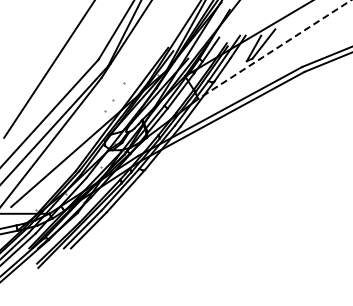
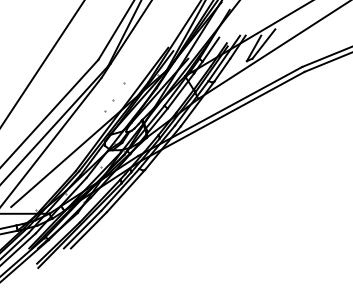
line at (274, 49): dashed -> solid
line at (48, 69) position: (48, 69) -> (42, 63)
